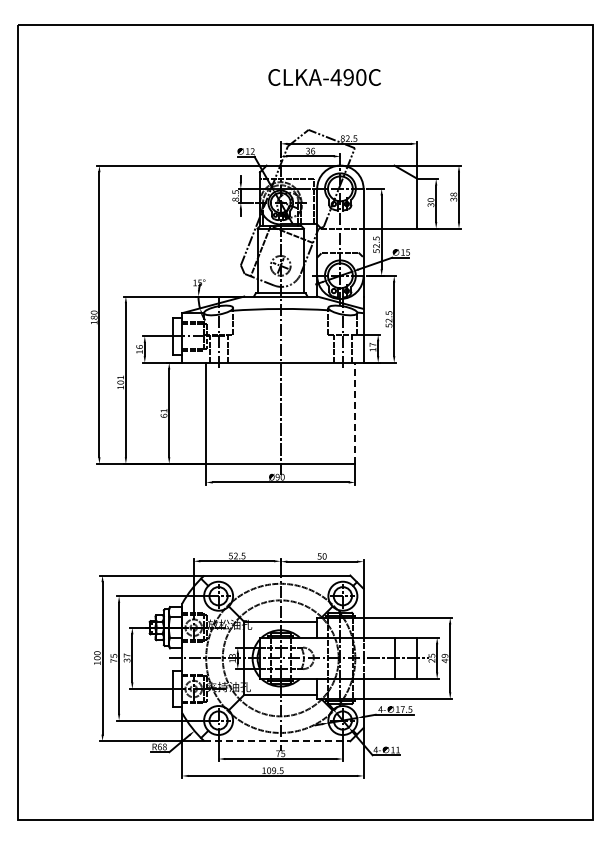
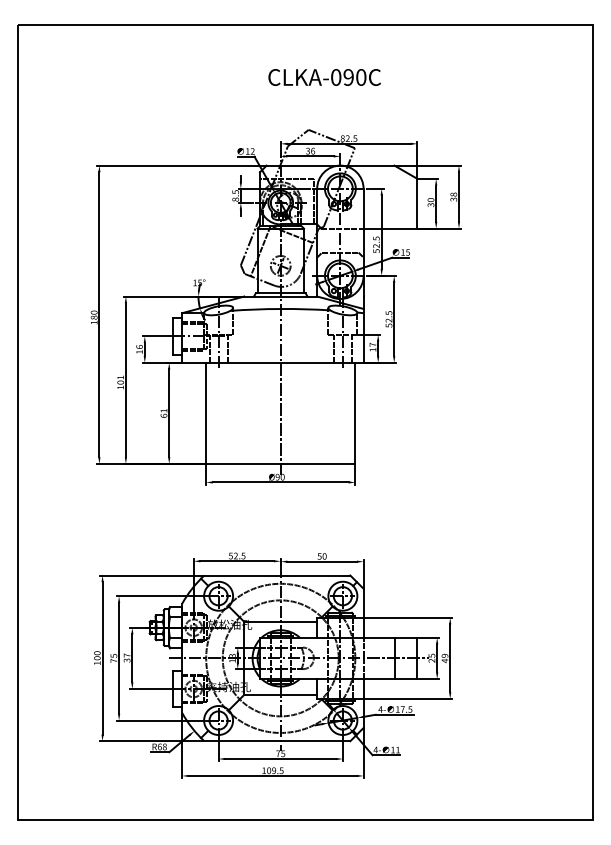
text at (335, 77): CLKA-490C -> CLKA-090C
line at (355, 413): dashed -> solid
line at (277, 741): dashed -> solid
